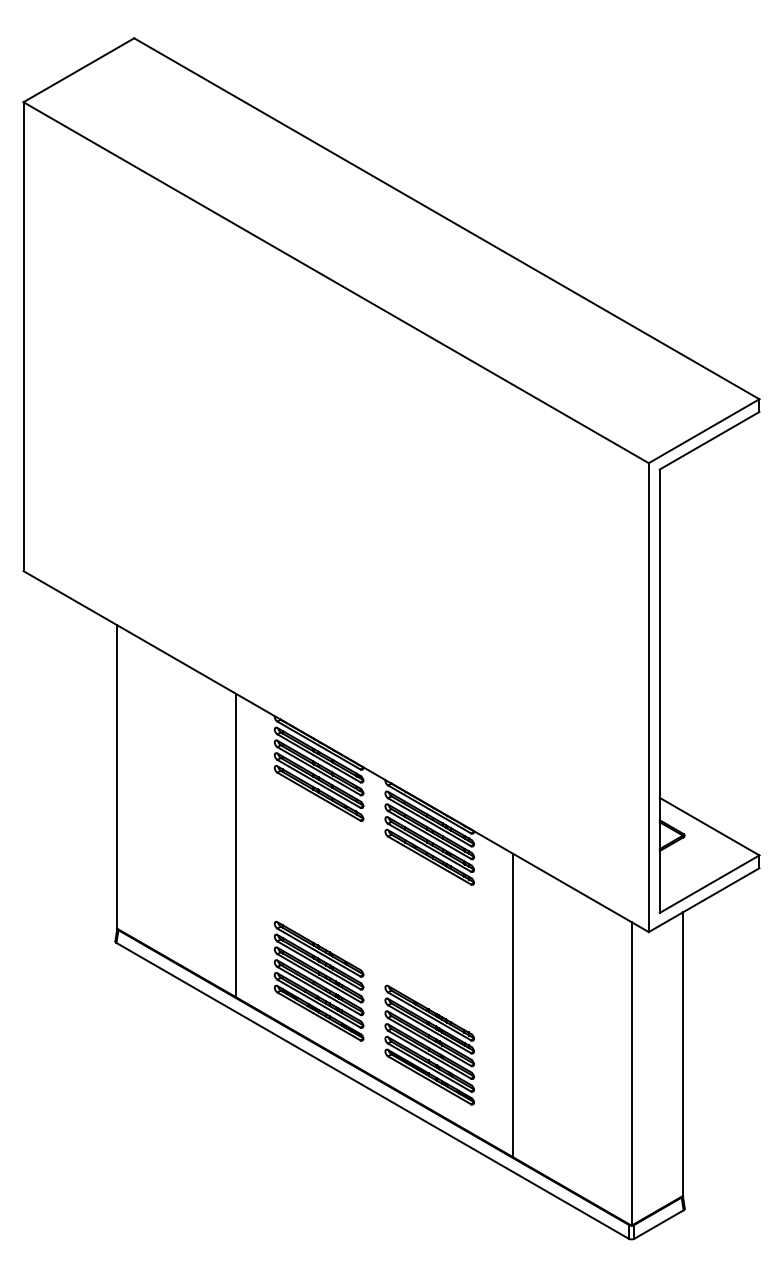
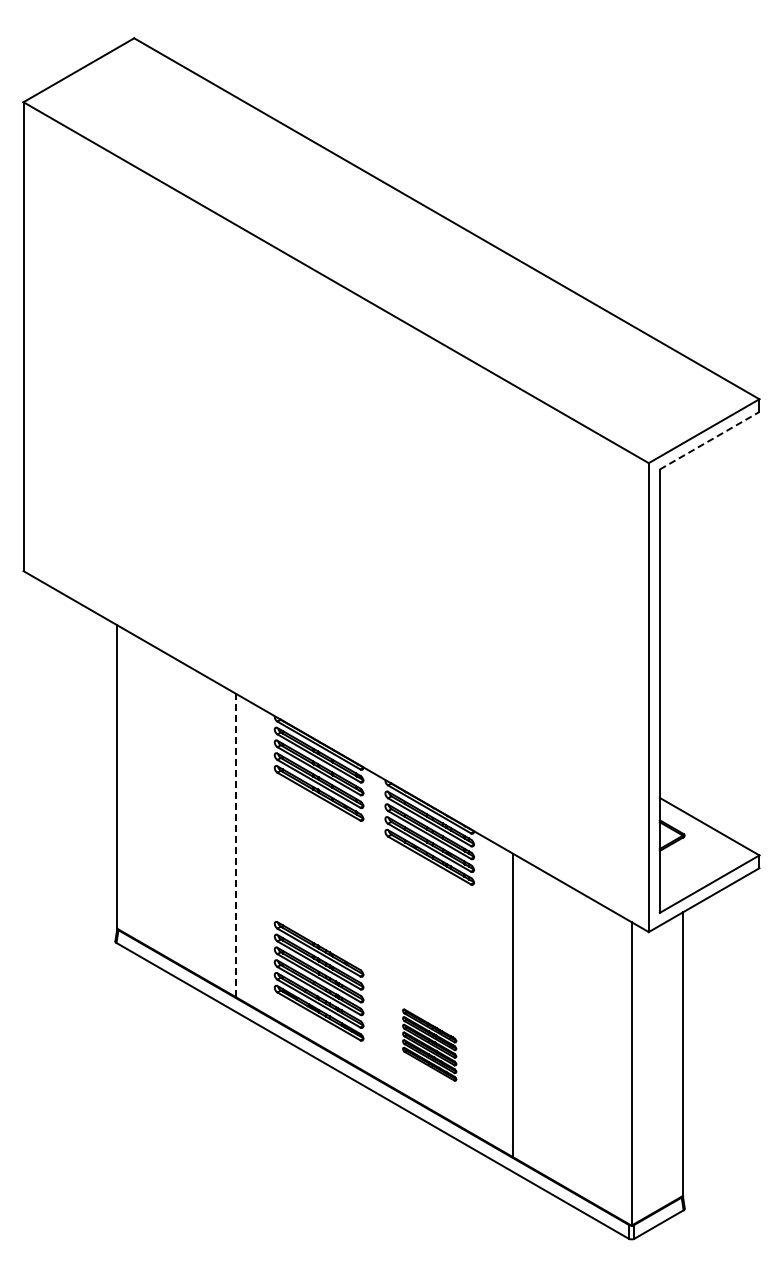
line at (709, 440): solid -> dashed
line at (236, 845): solid -> dashed
part at (429, 1044) size: 91x122 px -> 56x74 px
